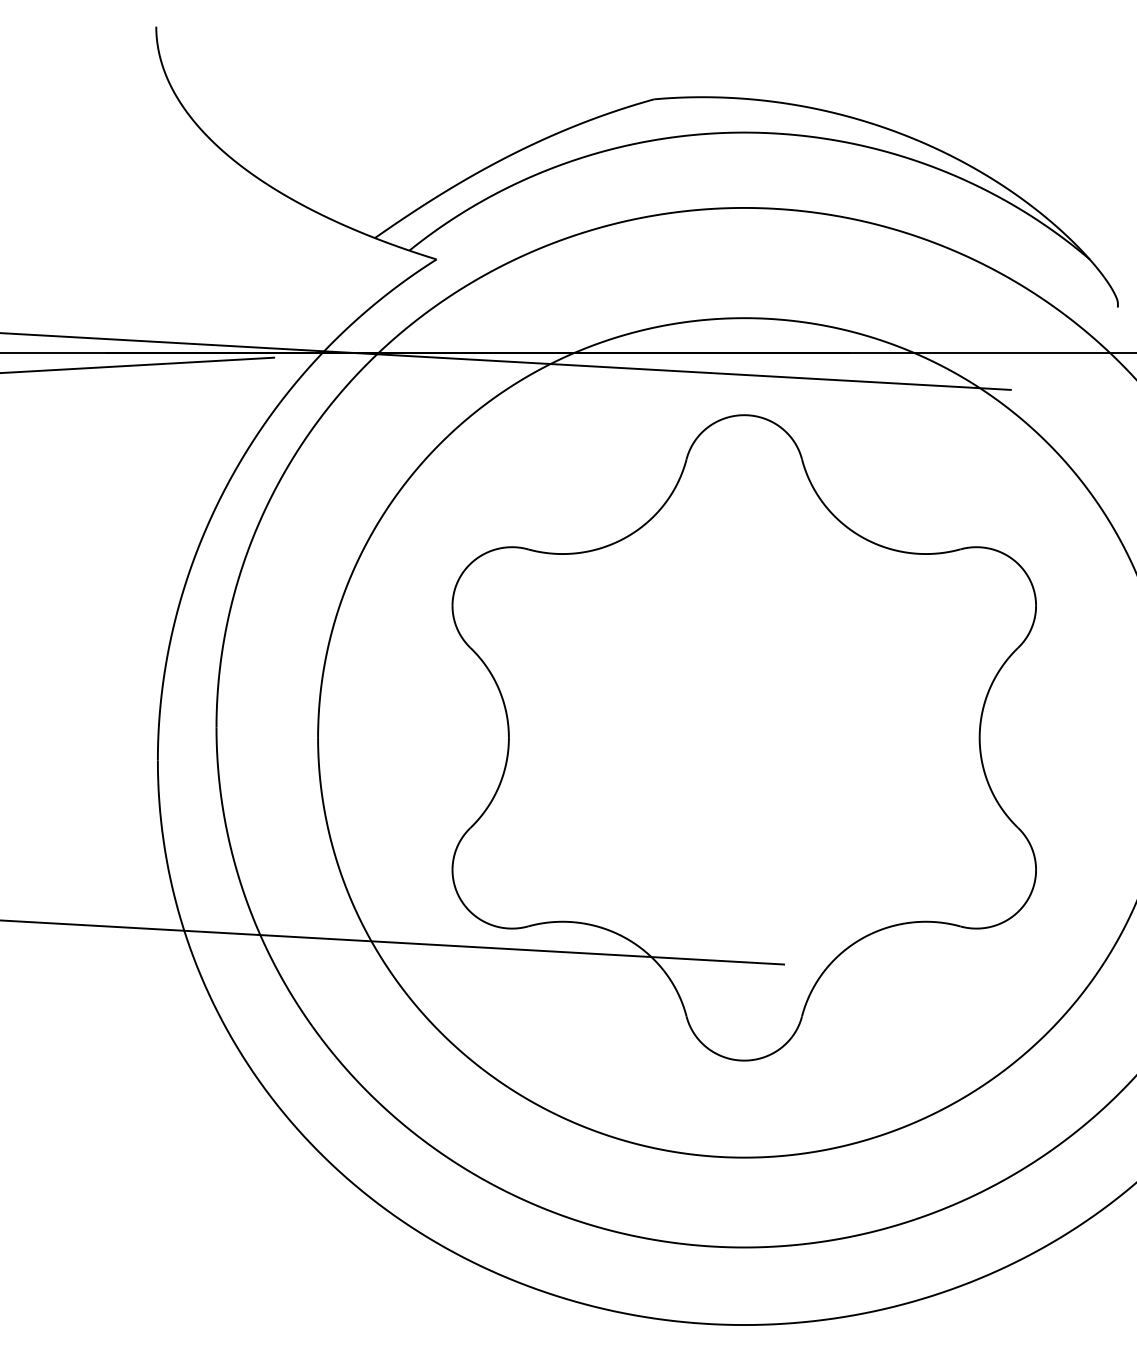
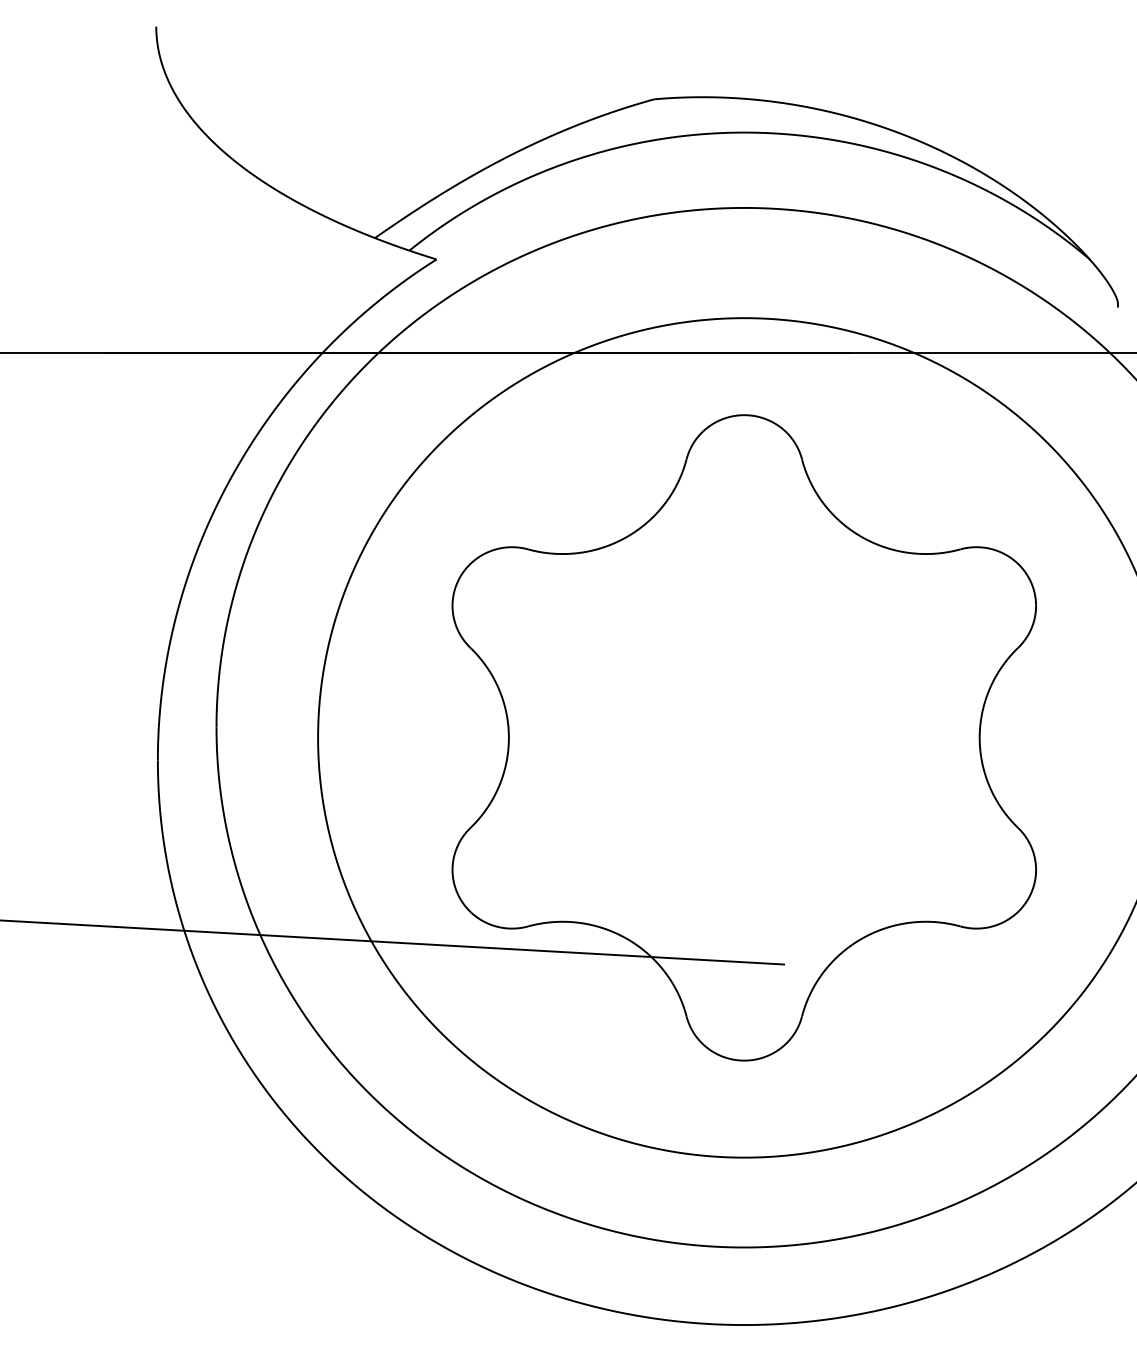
line at (506, 361): present -> none
line at (138, 364): present -> none
